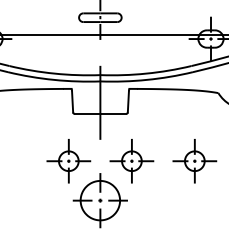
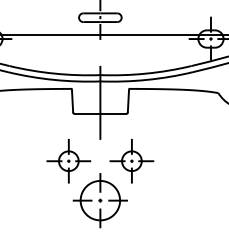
part at (194, 161): present -> none
